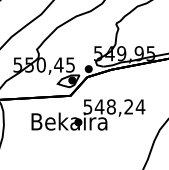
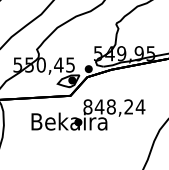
text at (87, 106): 548,24 -> 848,24
